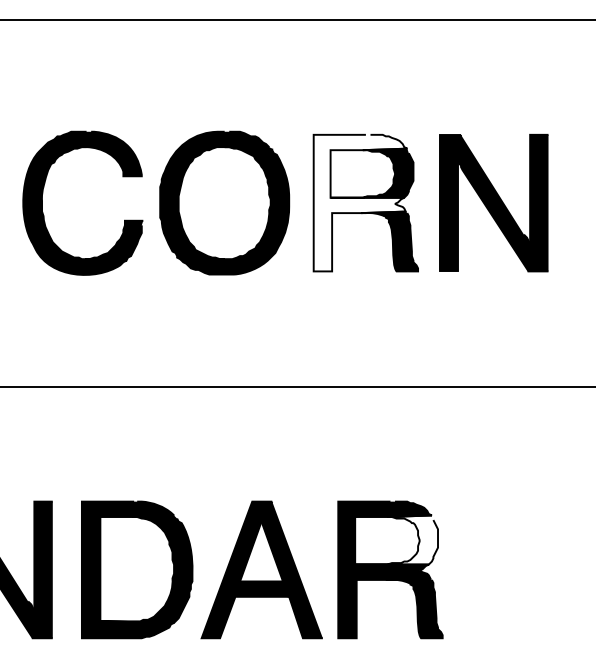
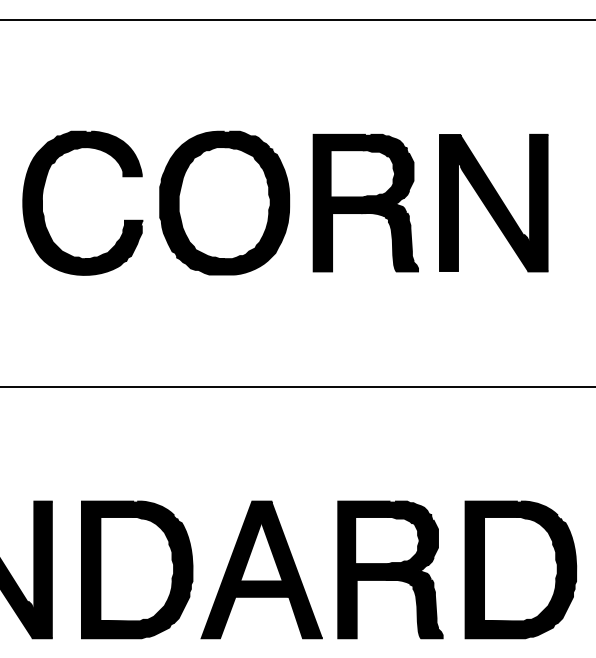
fill at (360, 202): none -> present
fill at (396, 539): none -> present
part at (520, 569): none -> present
